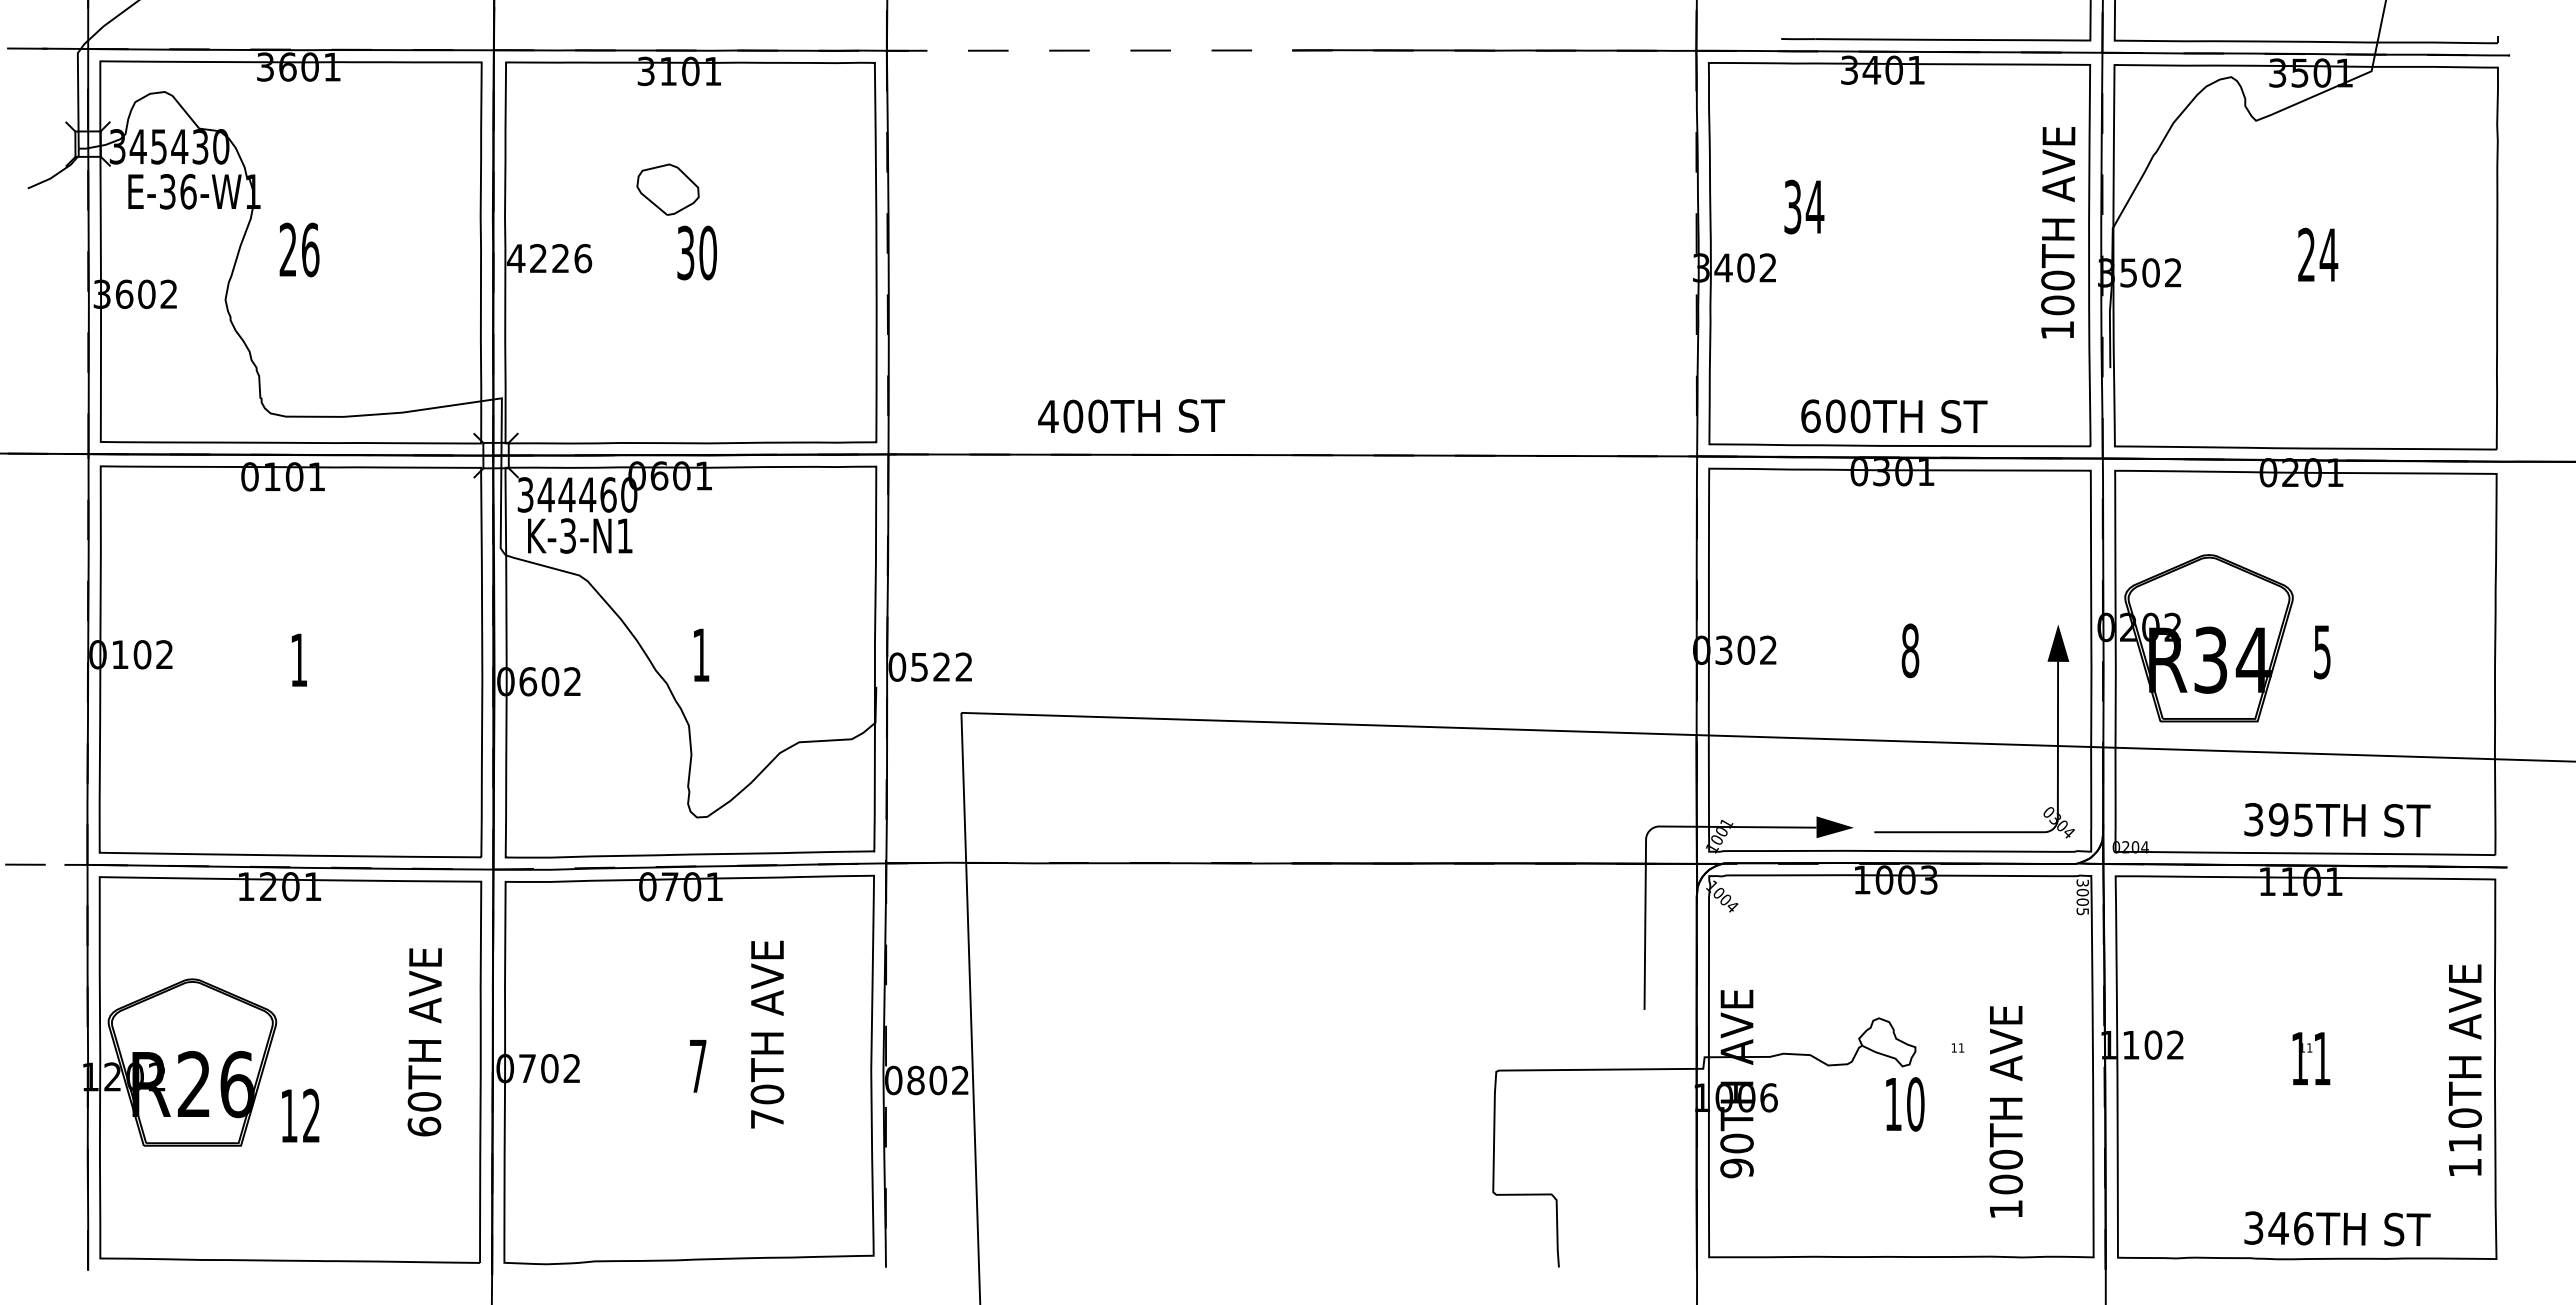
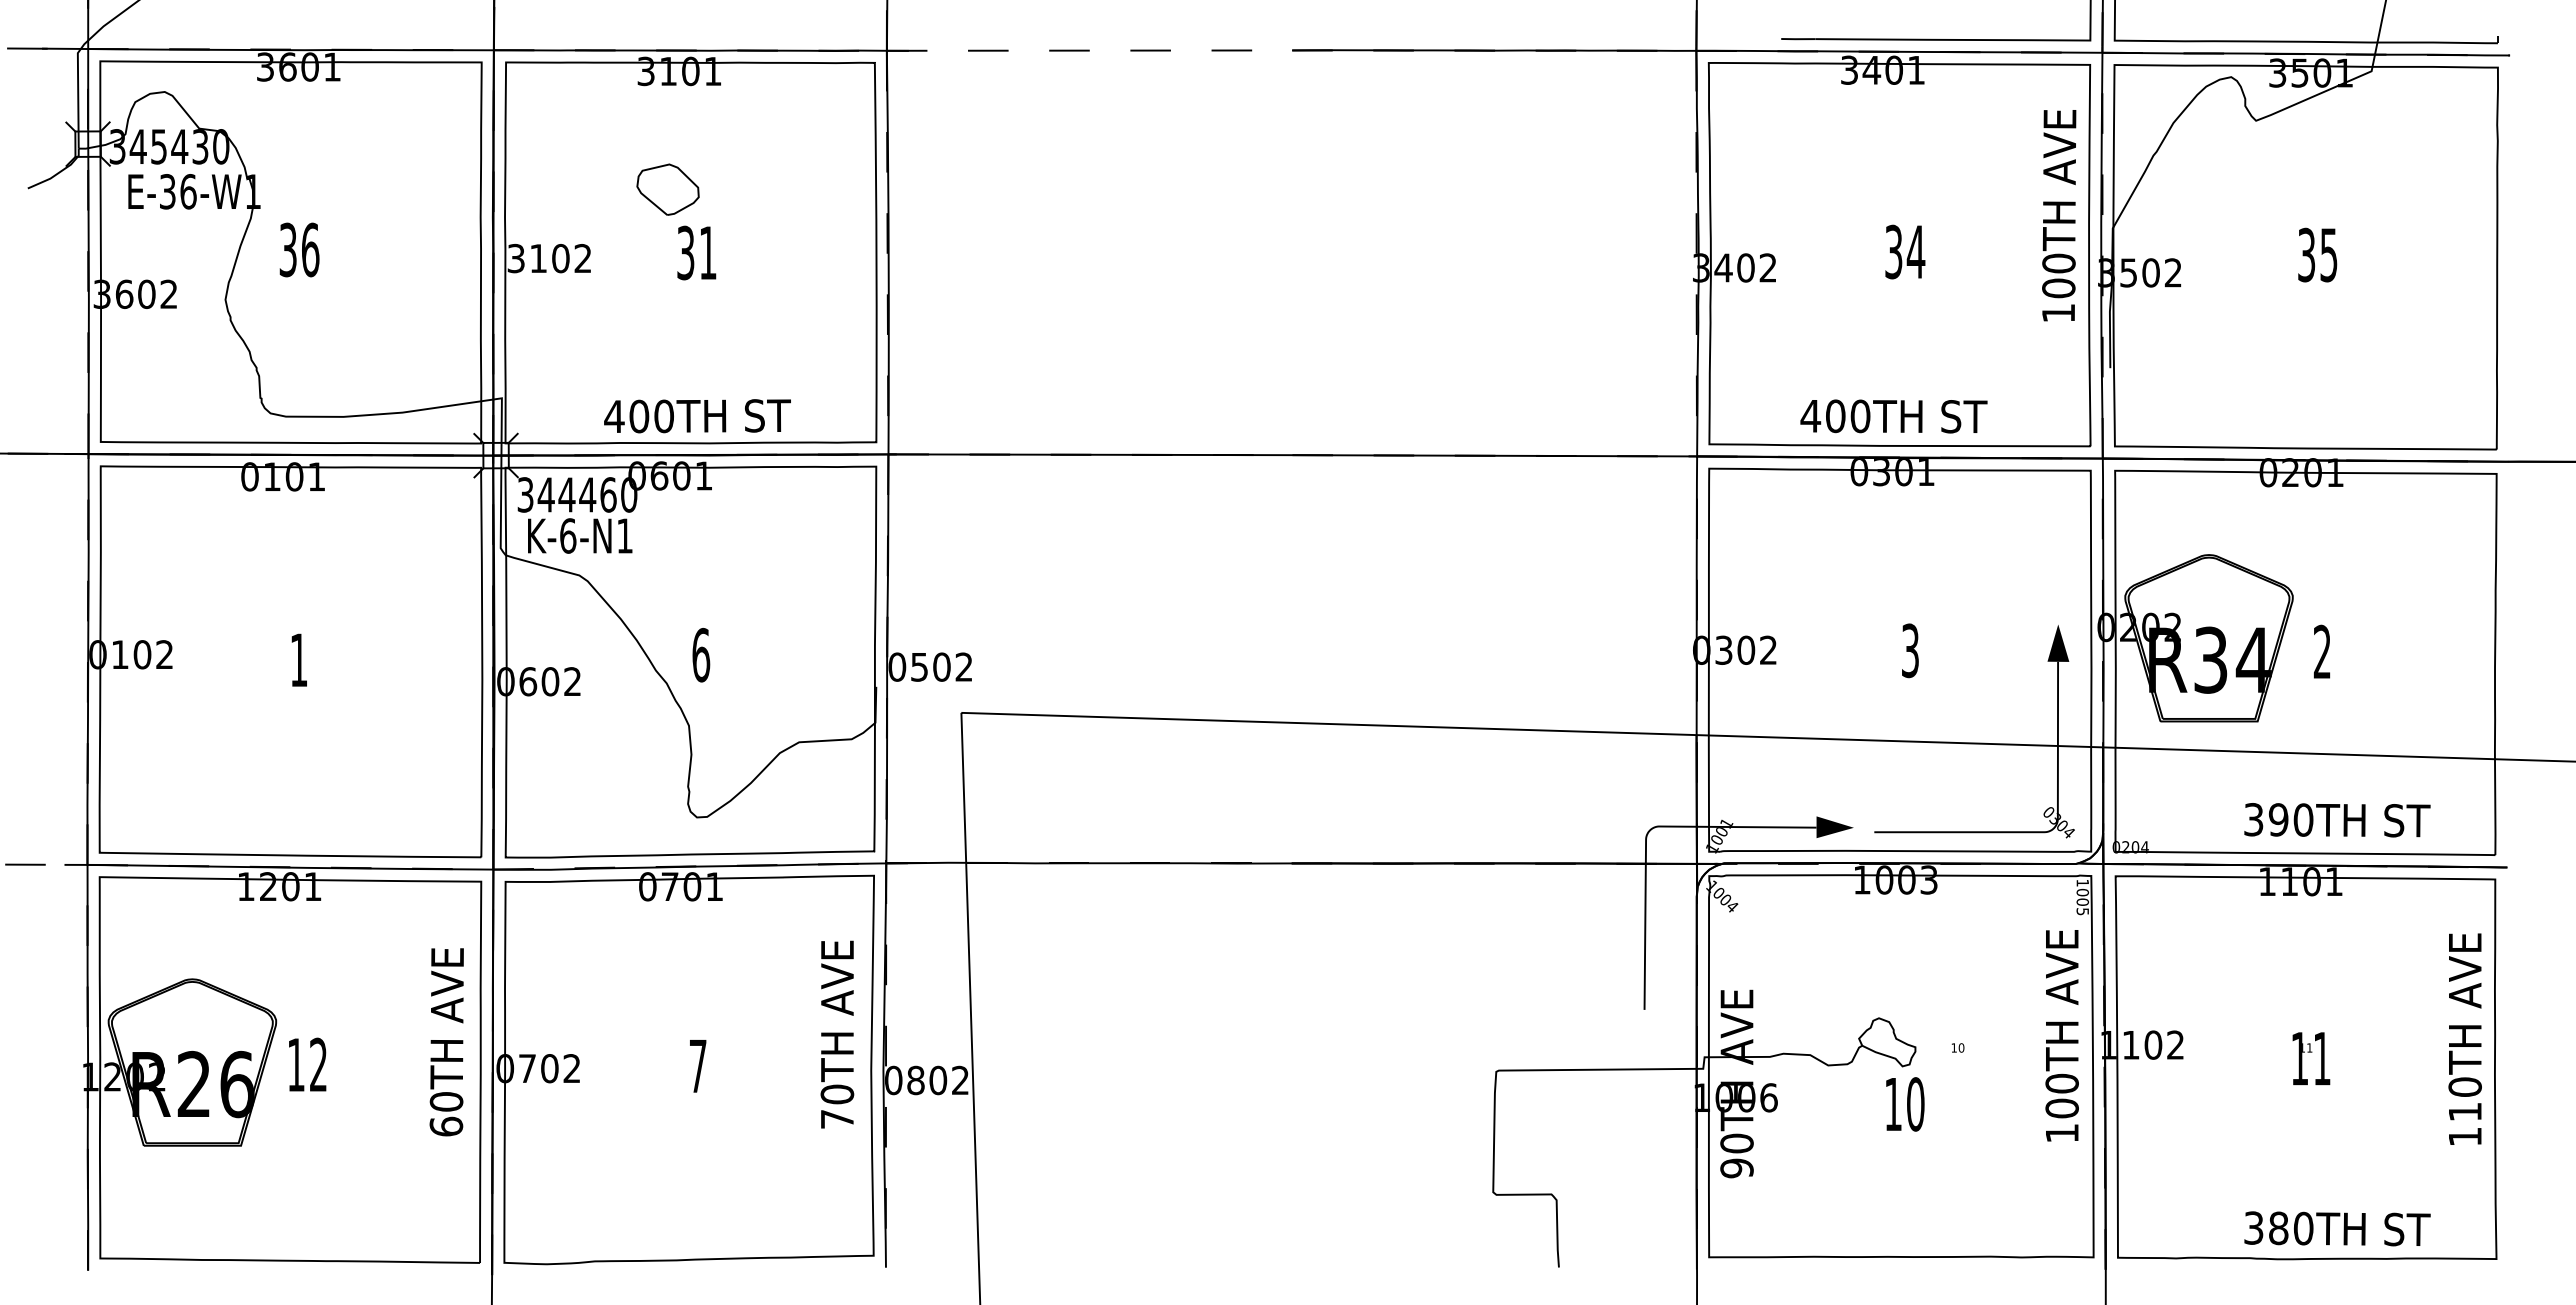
text at (1804, 206) position: (1804, 206) -> (1905, 251)
text at (2058, 232) position: (2058, 232) -> (2059, 215)
text at (287, 250): 26 -> 36
text at (707, 252): 30 -> 31
text at (2318, 255): 24 -> 35
text at (549, 258): 4226 -> 3102
text at (1810, 415): 600TH -> 400TH
text at (1131, 416) position: (1131, 416) -> (697, 416)
text at (568, 535): K-3-N1 -> K-6-N1
text at (1910, 650): 8 -> 3
text at (2321, 651): 5 -> 2
text at (701, 654): 1 -> 6
text at (941, 666): 0522 -> 0502
text at (2303, 819): 395TH -> 390TH
text at (2082, 882): 3005 -> 1005
text at (767, 1034) position: (767, 1034) -> (837, 1034)
text at (424, 1042) position: (424, 1042) -> (446, 1042)
text at (1961, 1047): 11 -> 10
text at (2464, 1069) position: (2464, 1069) -> (2464, 1038)
text at (2005, 1111) position: (2005, 1111) -> (2061, 1035)
text at (300, 1115) position: (300, 1115) -> (307, 1064)
text at (2290, 1228): 346TH -> 380TH
